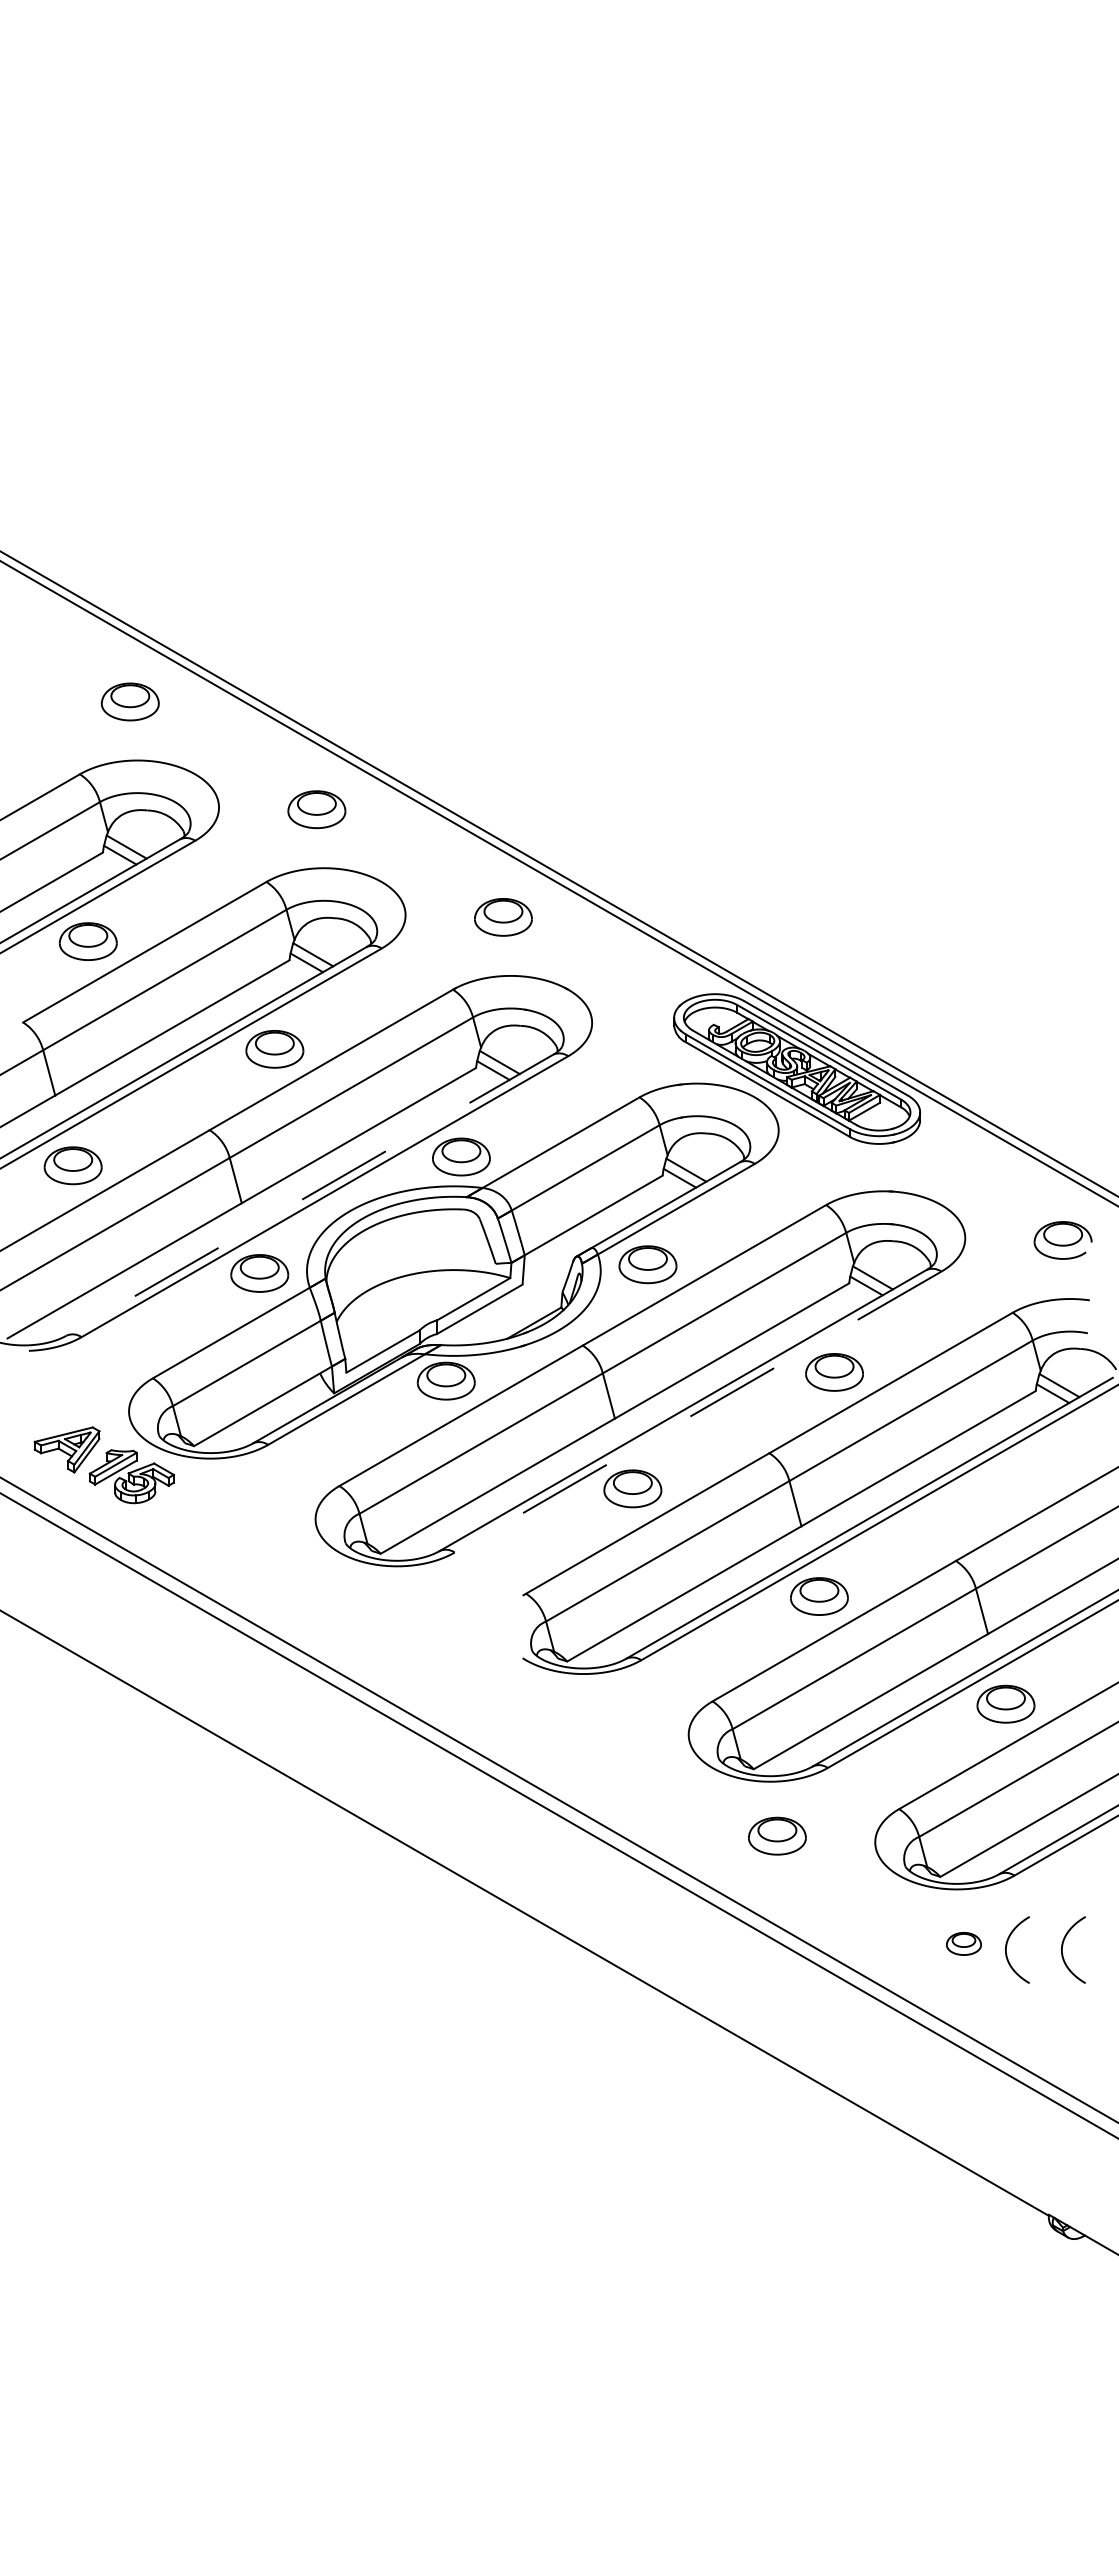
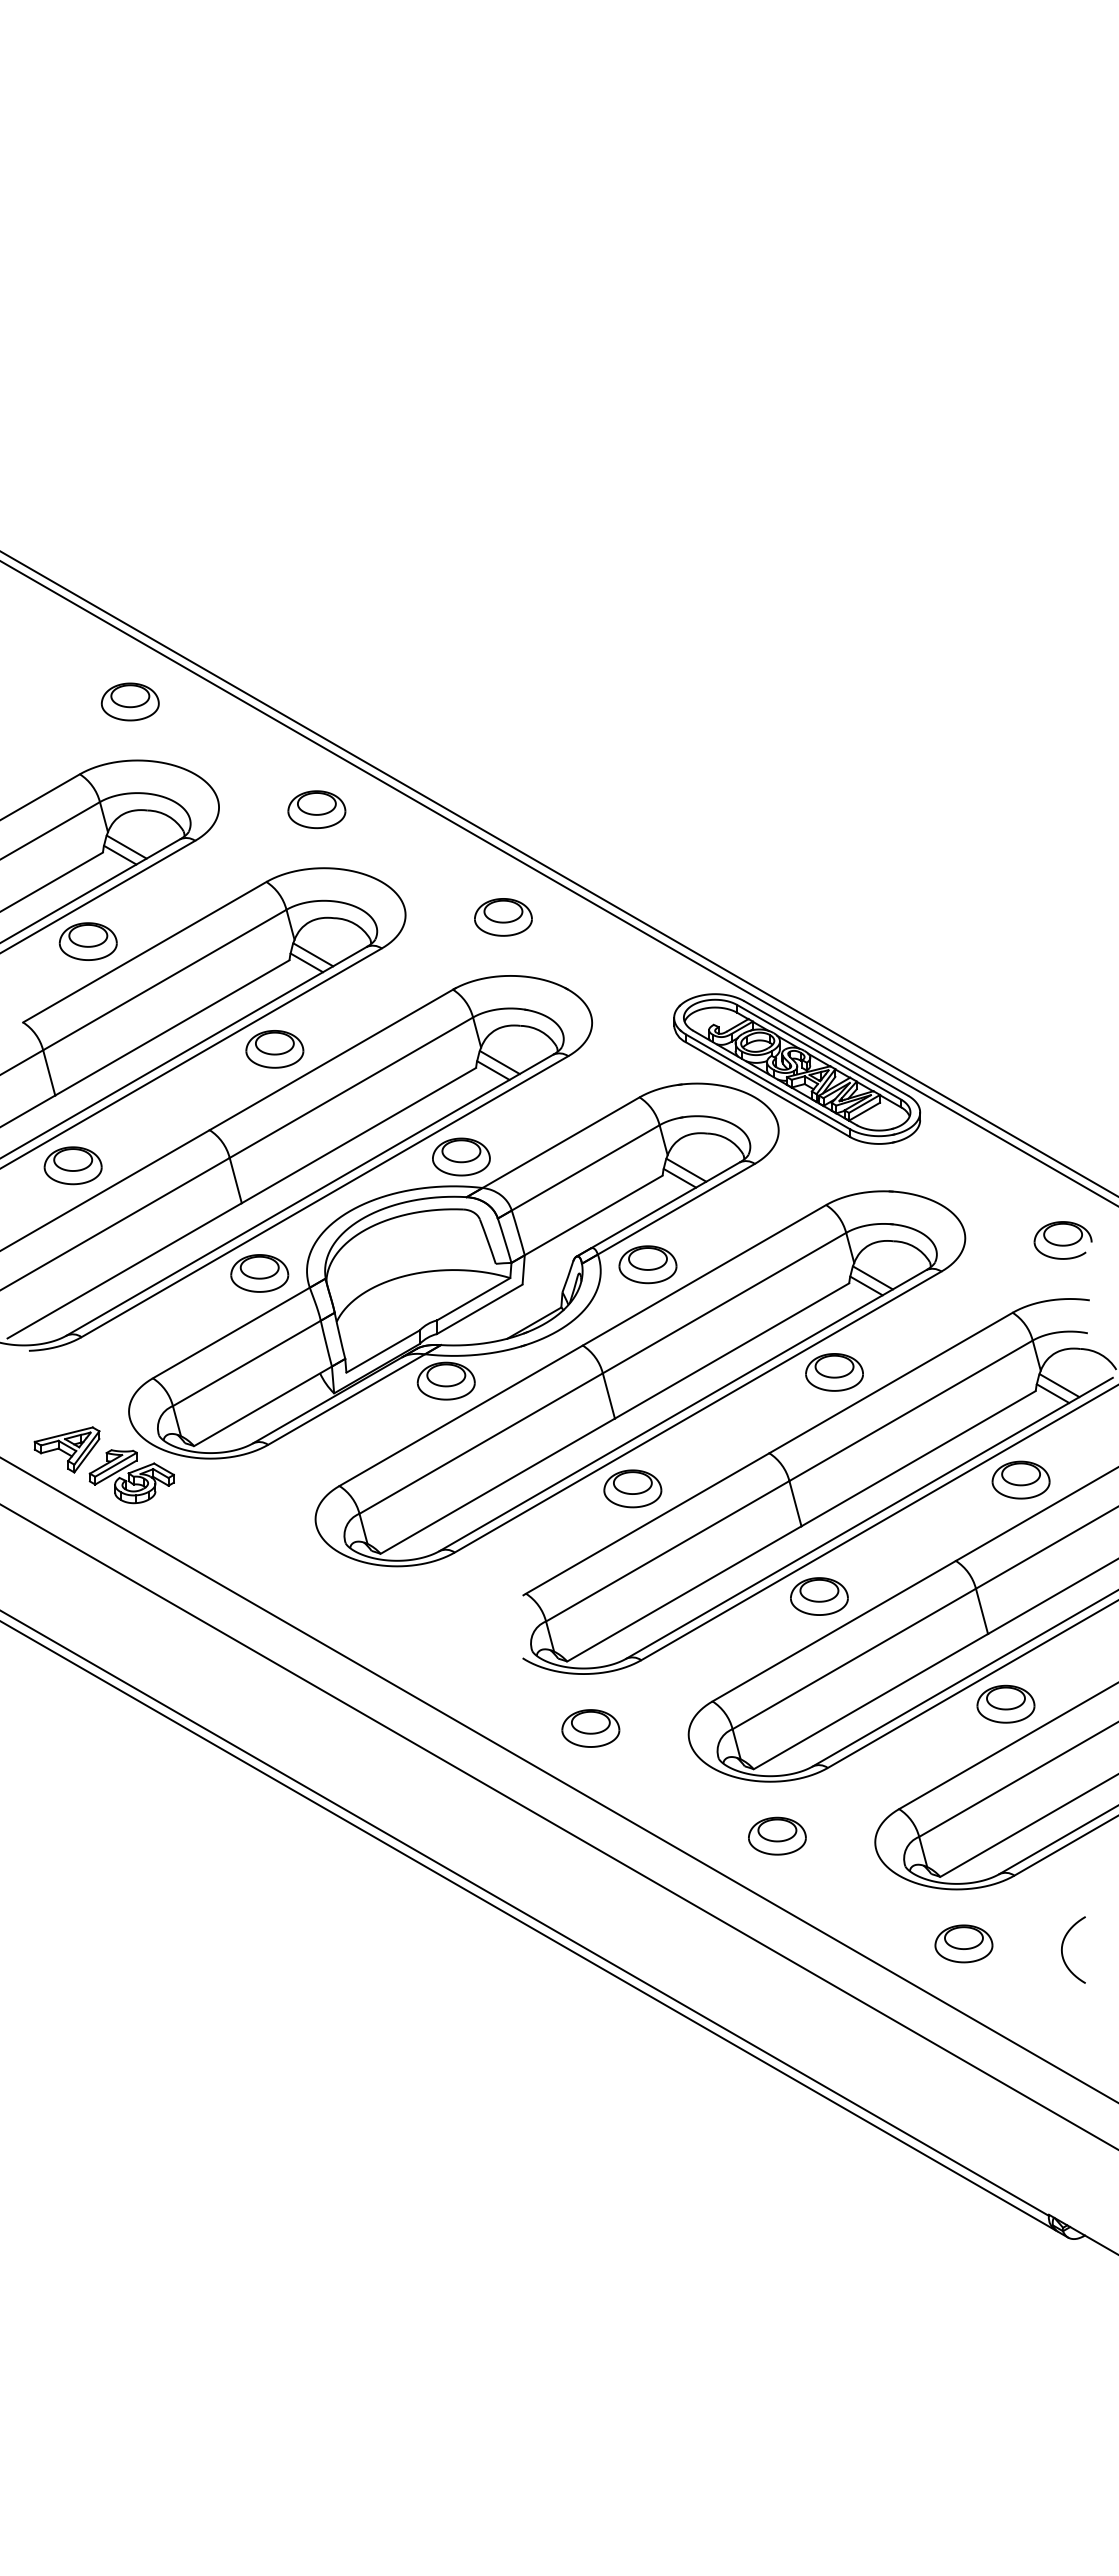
line at (309, 1195): dashed -> solid
line at (698, 1412): dashed -> solid
part at (1020, 1479): none -> present
part at (590, 1728): none -> present
line at (558, 1799) position: (558, 1799) -> (558, 1826)
line at (558, 1815) position: (558, 1815) -> (558, 1780)
line at (528, 1926): none -> present
part at (963, 1943) size: 36x24 px -> 60x40 px
curve at (1007, 1945): present -> none
